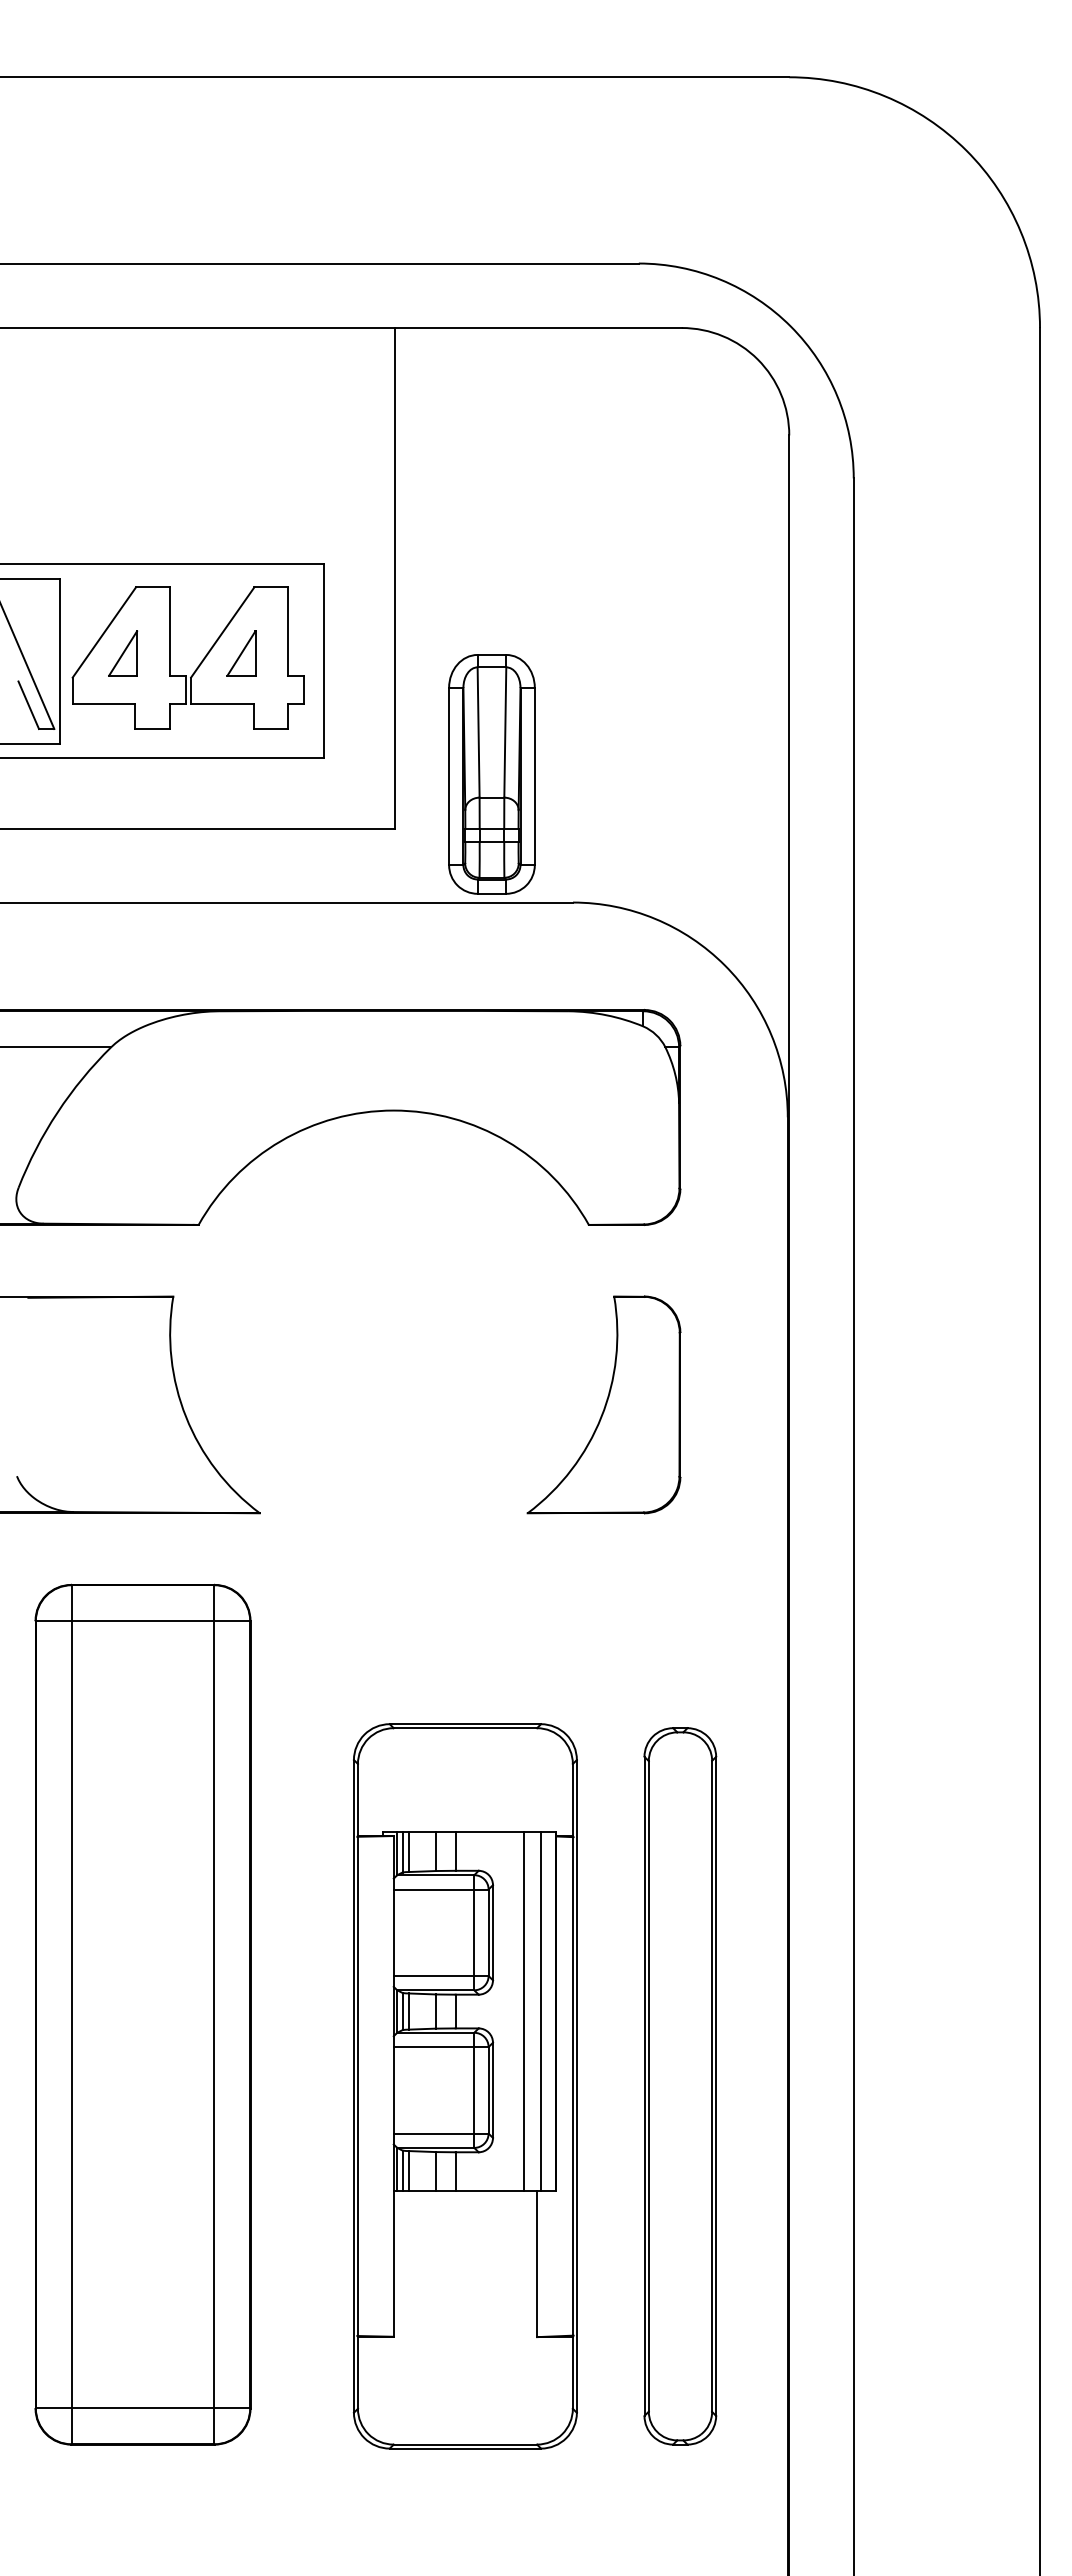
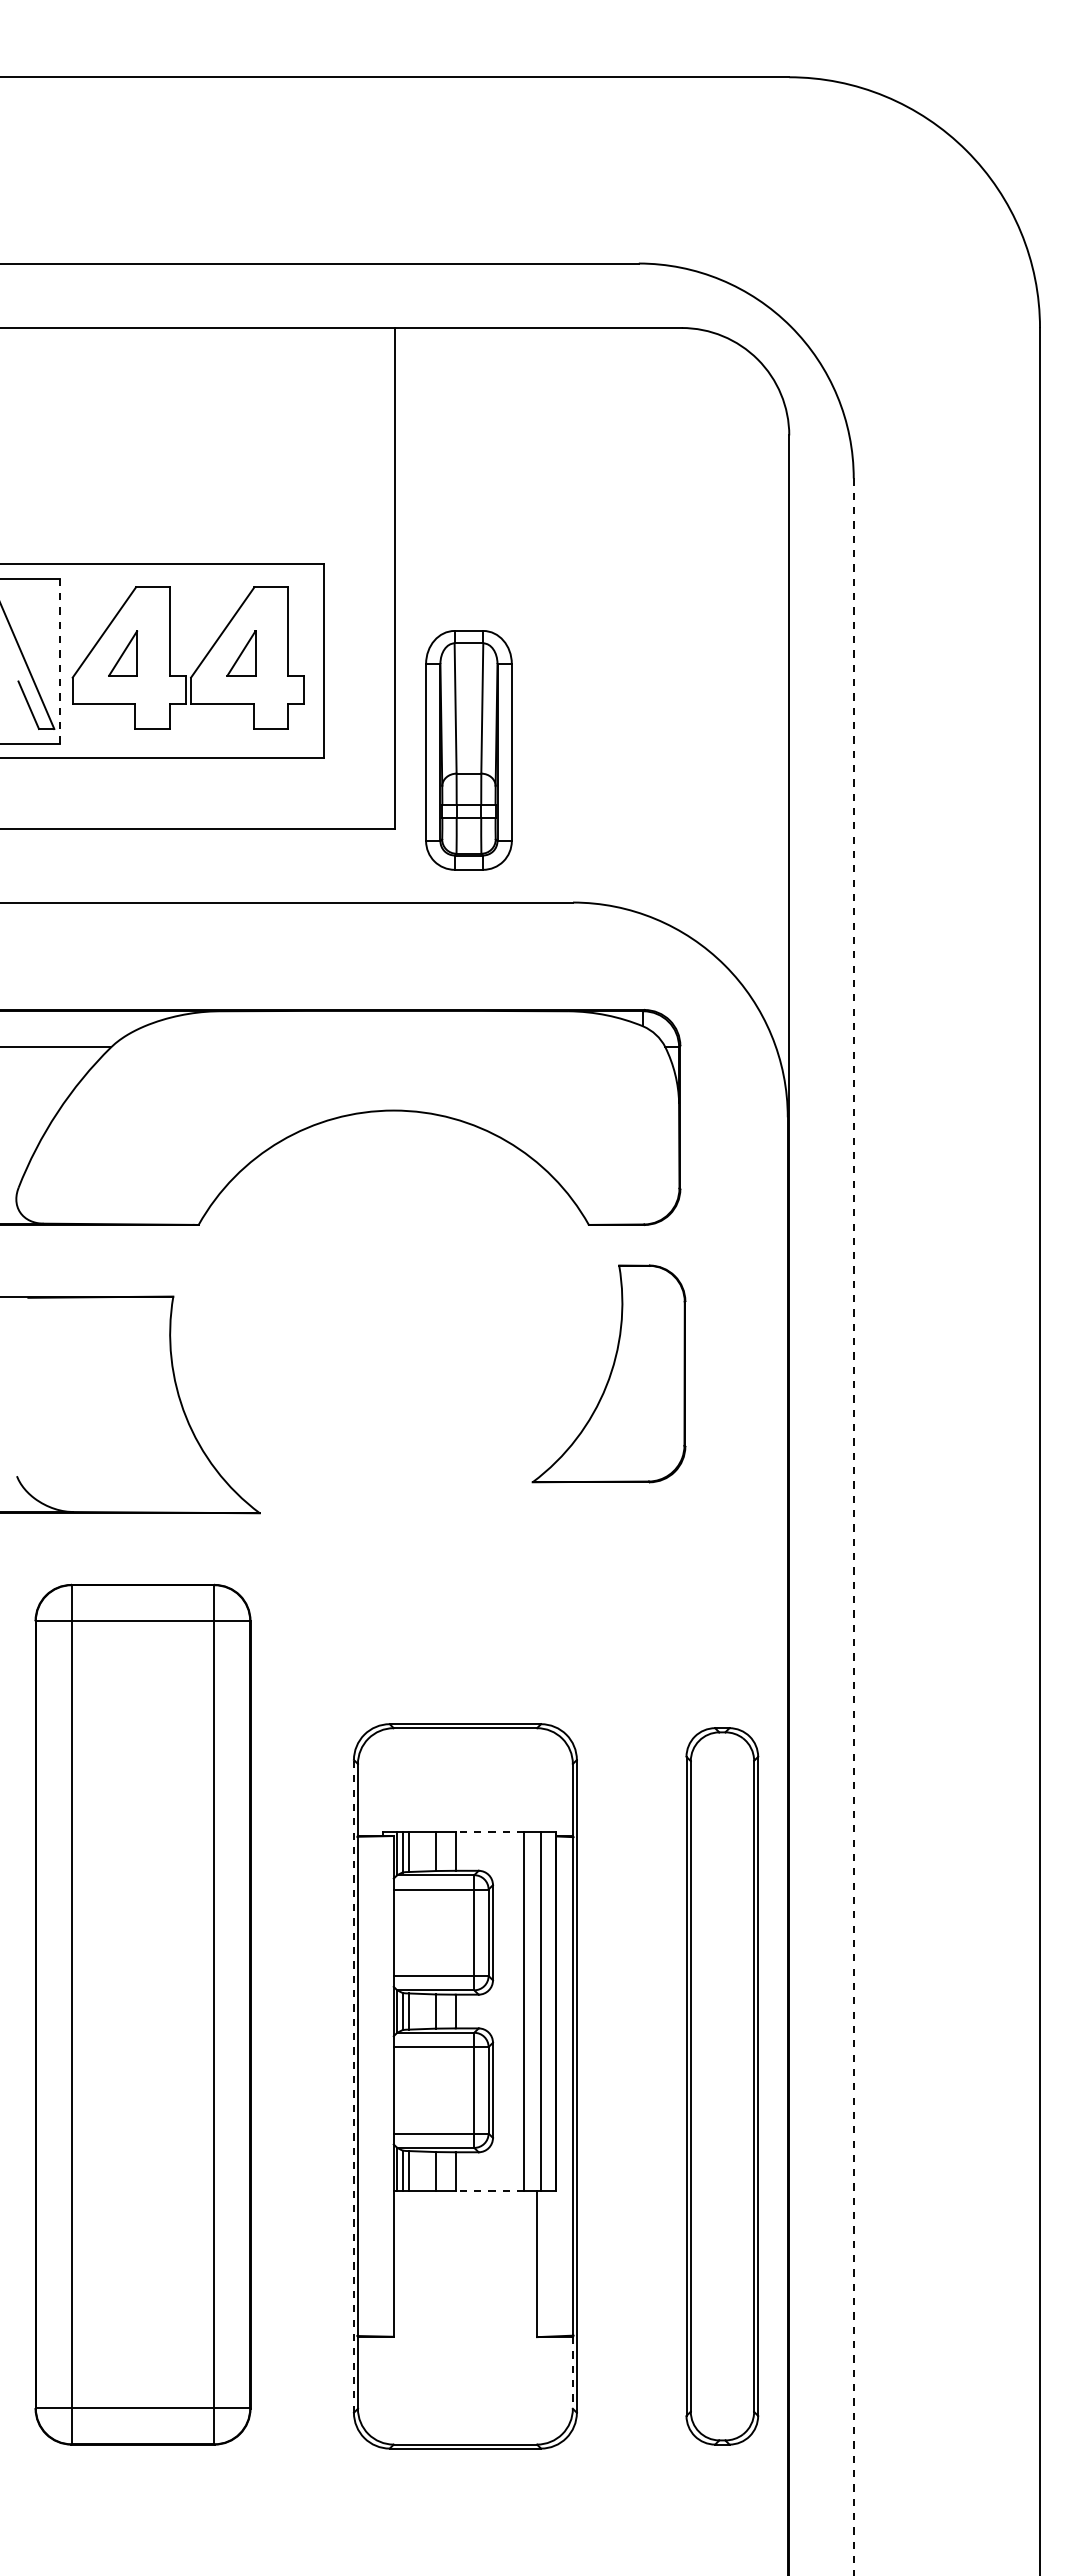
line at (59, 660): solid -> dashed
part at (491, 774) position: (491, 774) -> (468, 750)
part at (603, 1404) position: (603, 1404) -> (608, 1373)
line at (853, 1527): solid -> dashed
line at (489, 1832): solid -> dashed
line at (353, 2085): solid -> dashed
part at (680, 2086) position: (680, 2086) -> (722, 2086)
line at (489, 2190): solid -> dashed
line at (572, 2372): solid -> dashed
